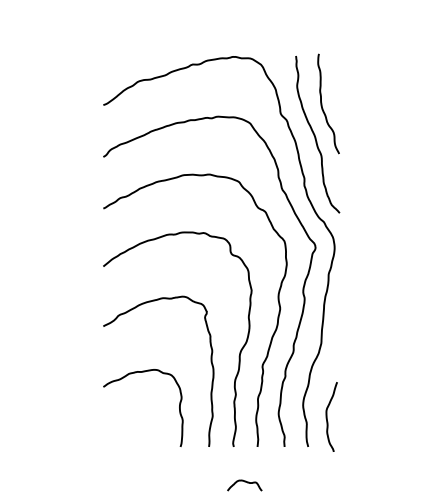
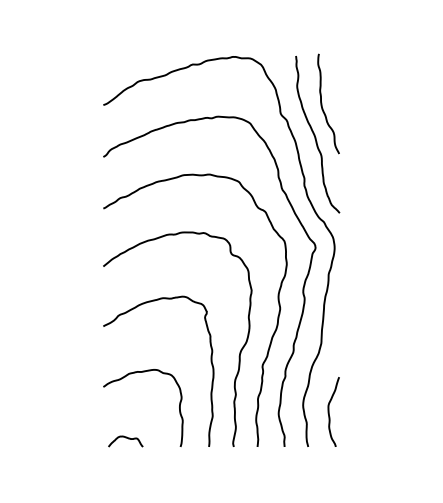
curve at (327, 416) position: (327, 416) -> (329, 411)
curve at (244, 482) position: (244, 482) -> (125, 438)
